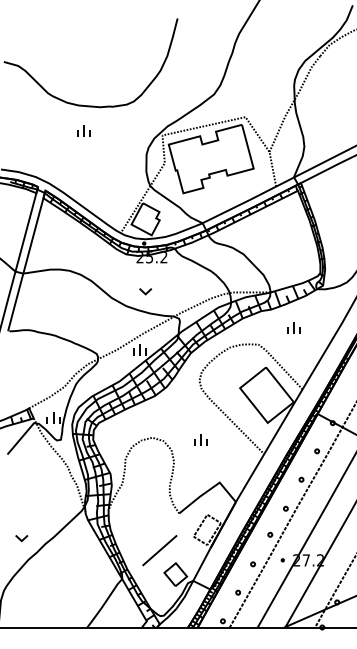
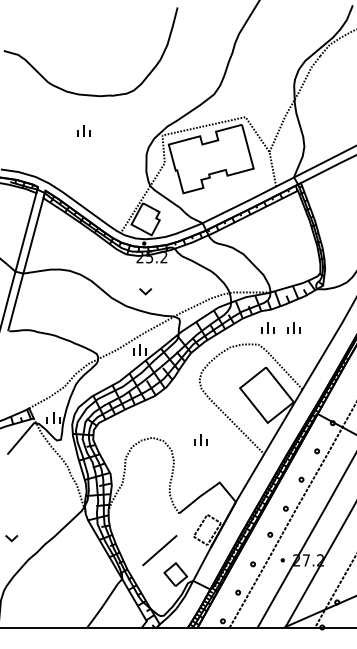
curve at (82, 104) position: (82, 104) -> (82, 93)
part at (267, 327): none -> present
part at (21, 538) position: (21, 538) -> (11, 538)
